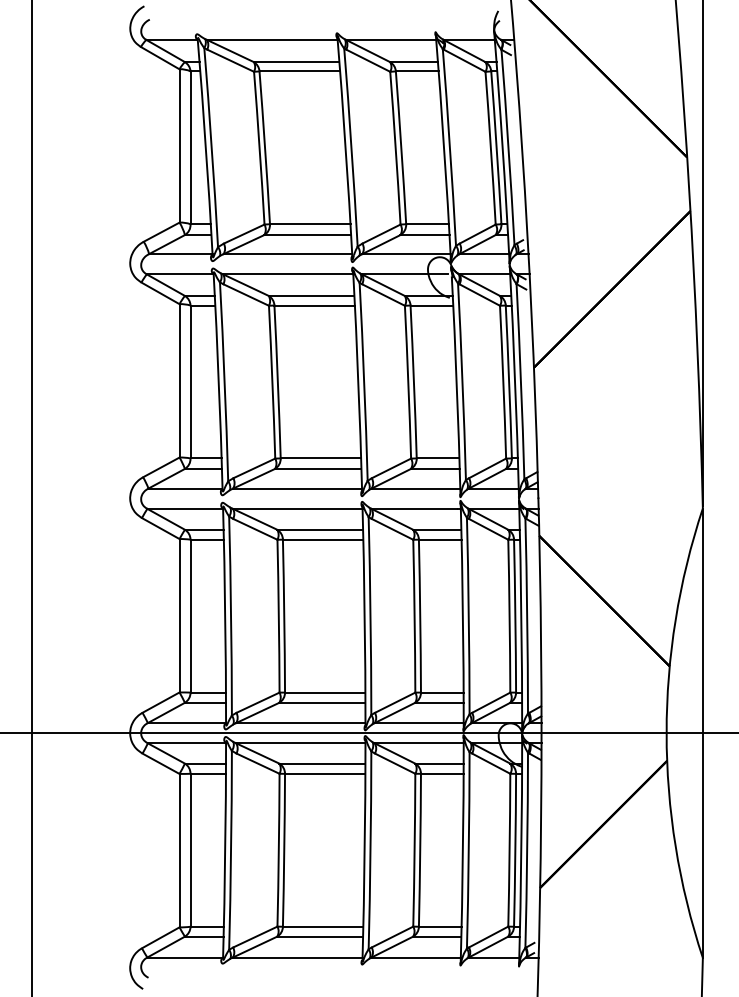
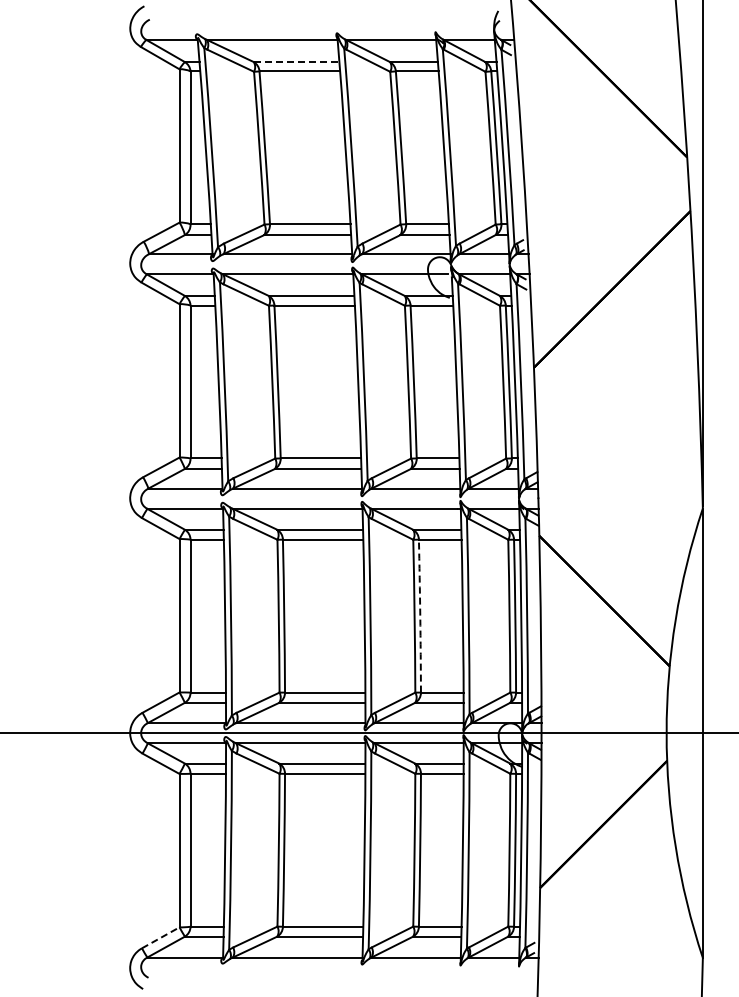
line at (296, 62): solid -> dashed
line at (31, 497): present -> none
arc at (420, 616): solid -> dashed
line at (160, 937): solid -> dashed
